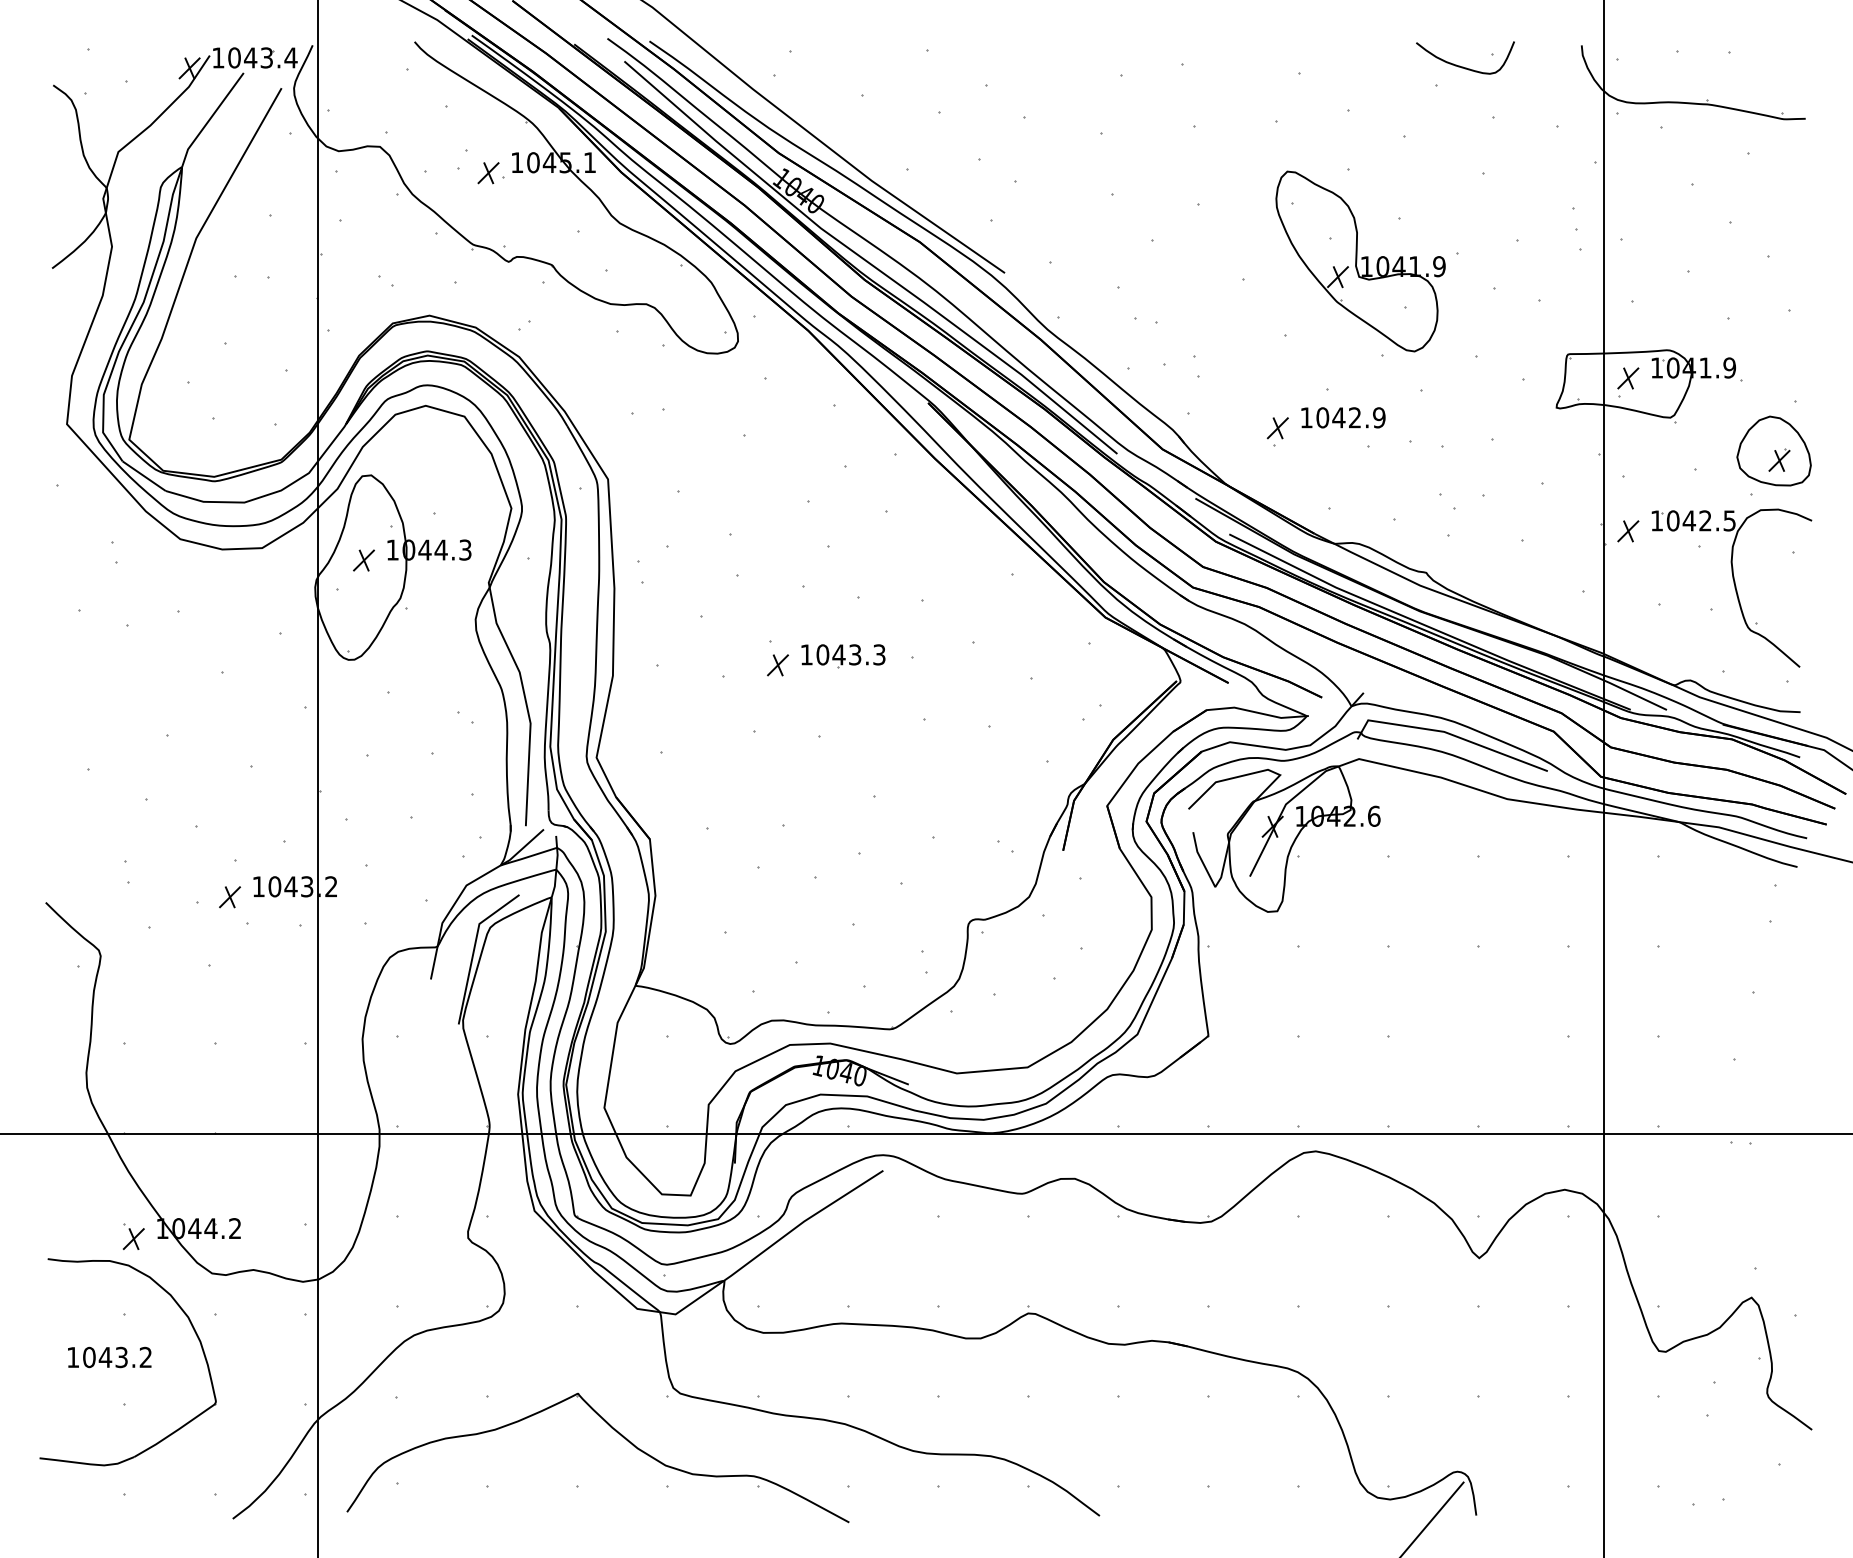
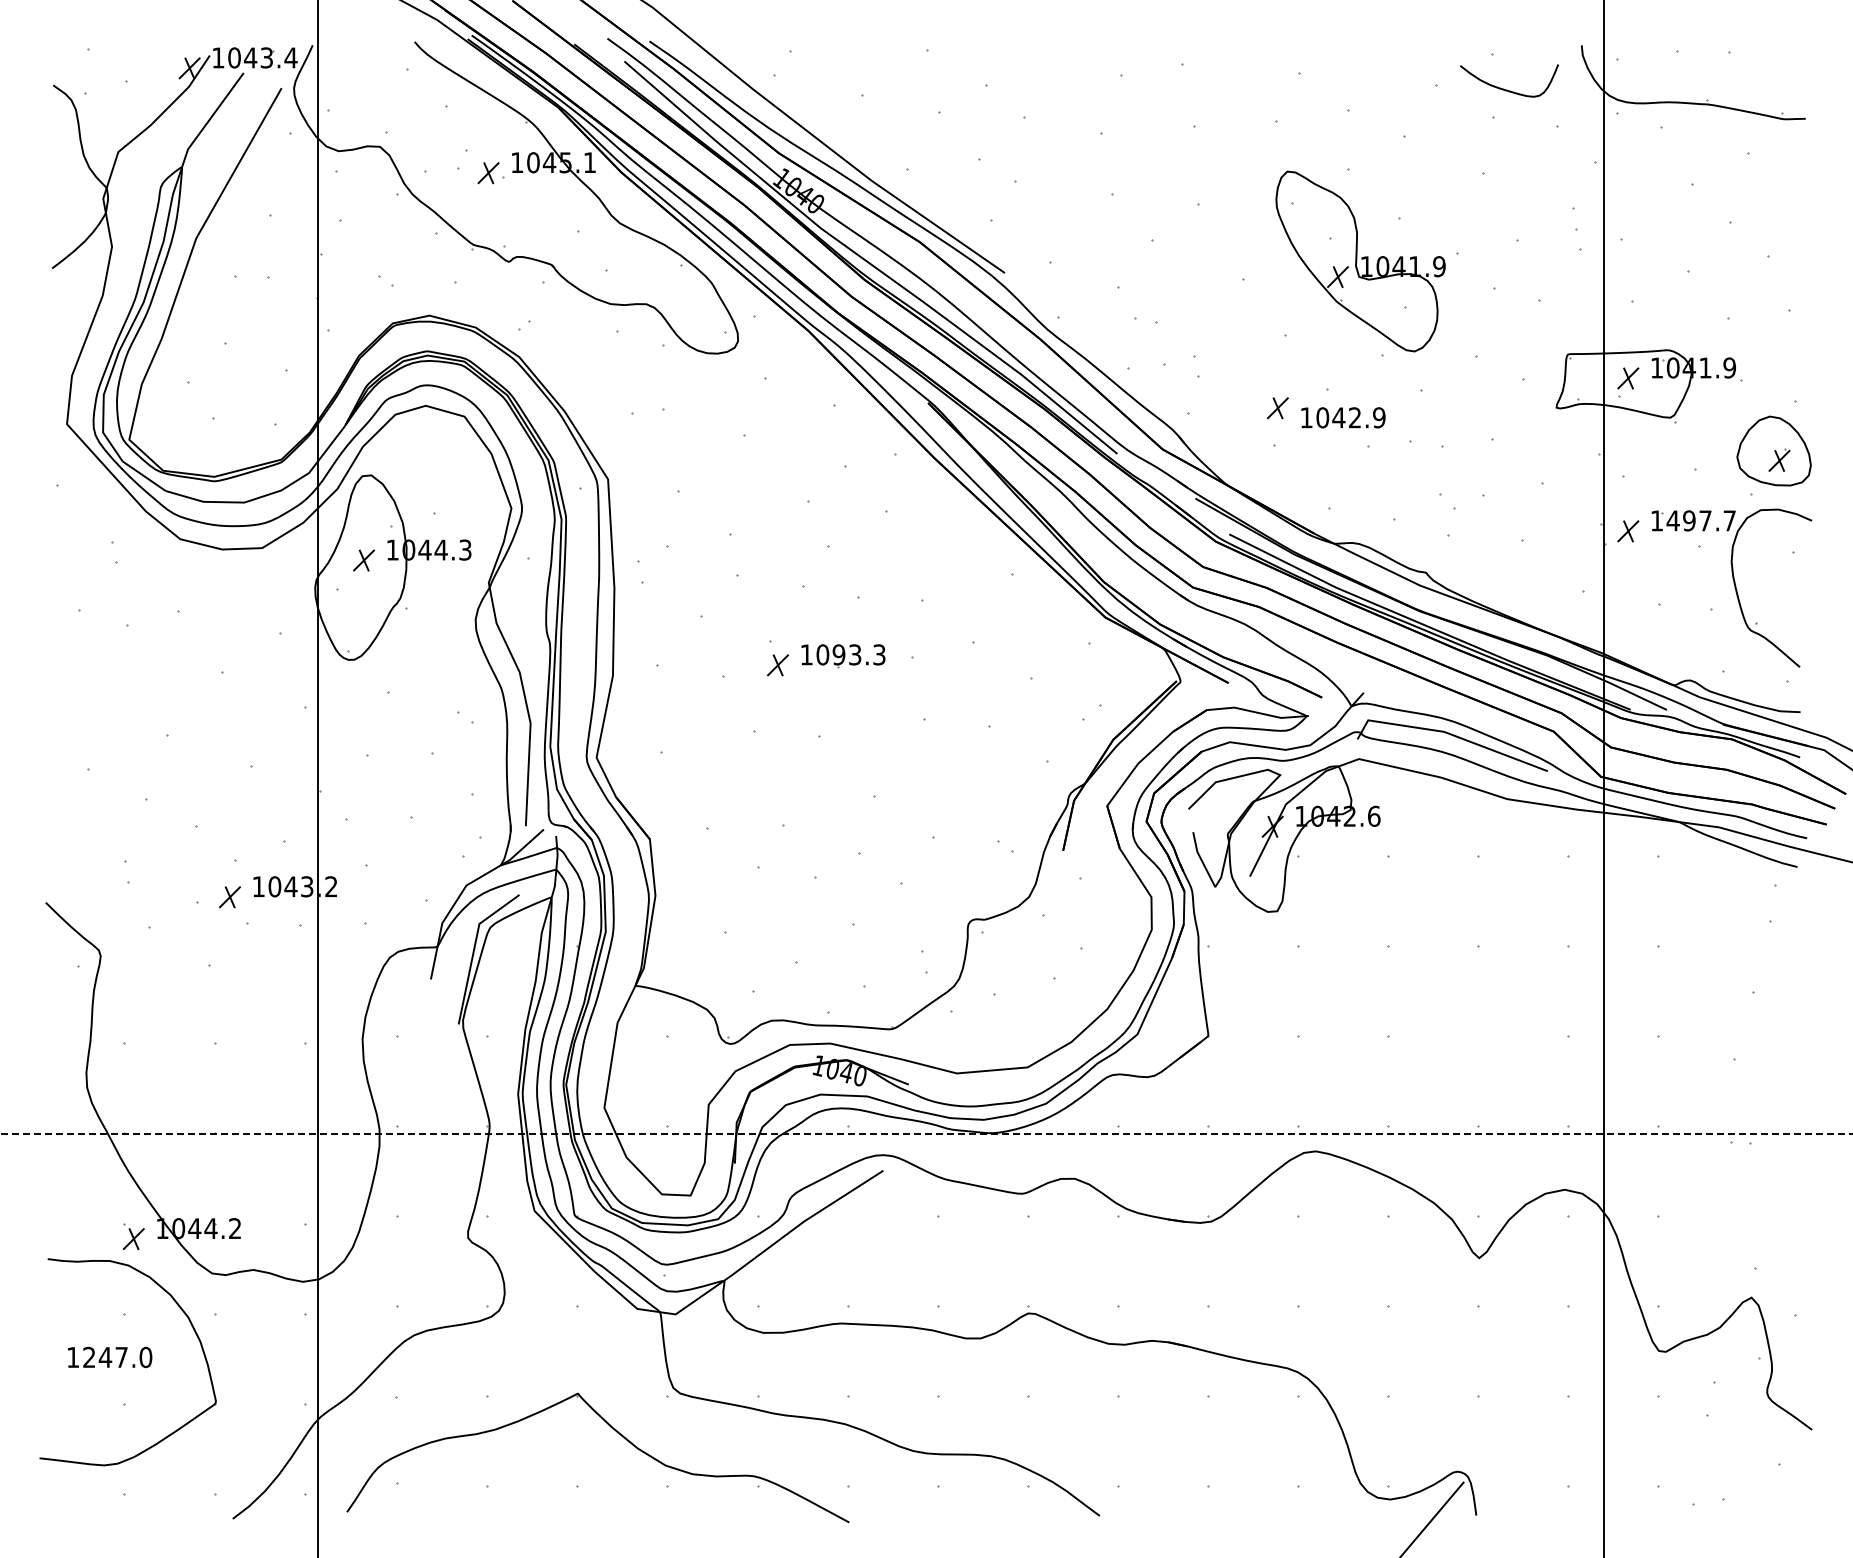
curve at (1463, 66) position: (1463, 66) -> (1507, 89)
part at (1277, 428) position: (1277, 428) -> (1277, 408)
text at (1700, 520): 1042.5 -> 1497.7
text at (838, 654): 1043.3 -> 1093.3
line at (925, 1133): solid -> dashed
text at (117, 1357): 1043.2 -> 1247.0
